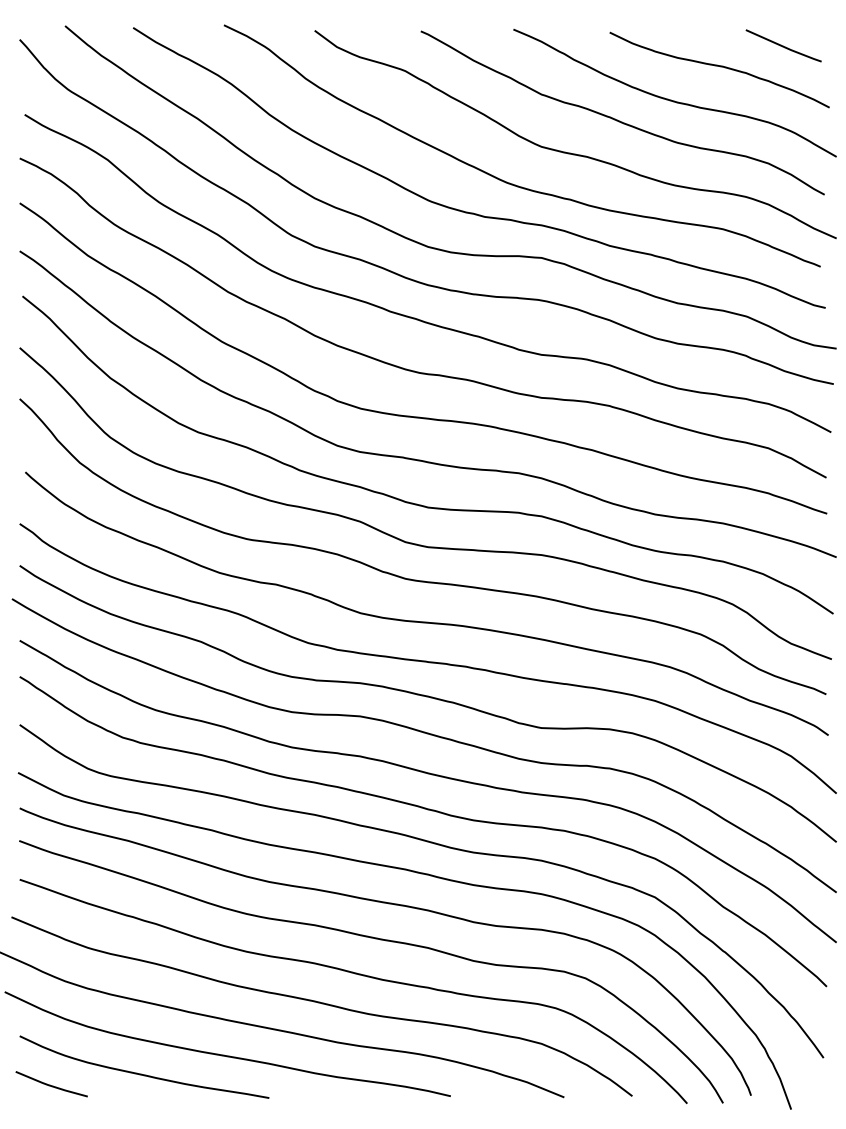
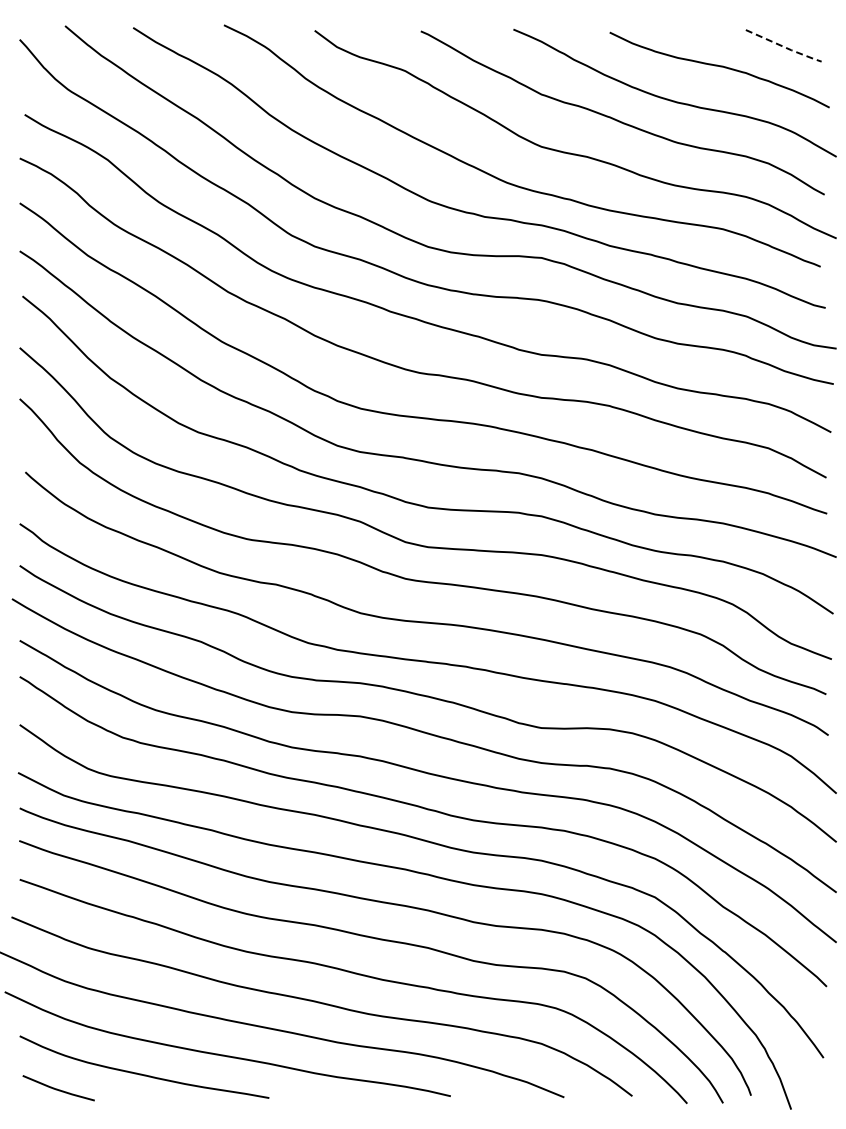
line at (784, 47): solid -> dashed
line at (50, 1084) position: (50, 1084) -> (57, 1088)
